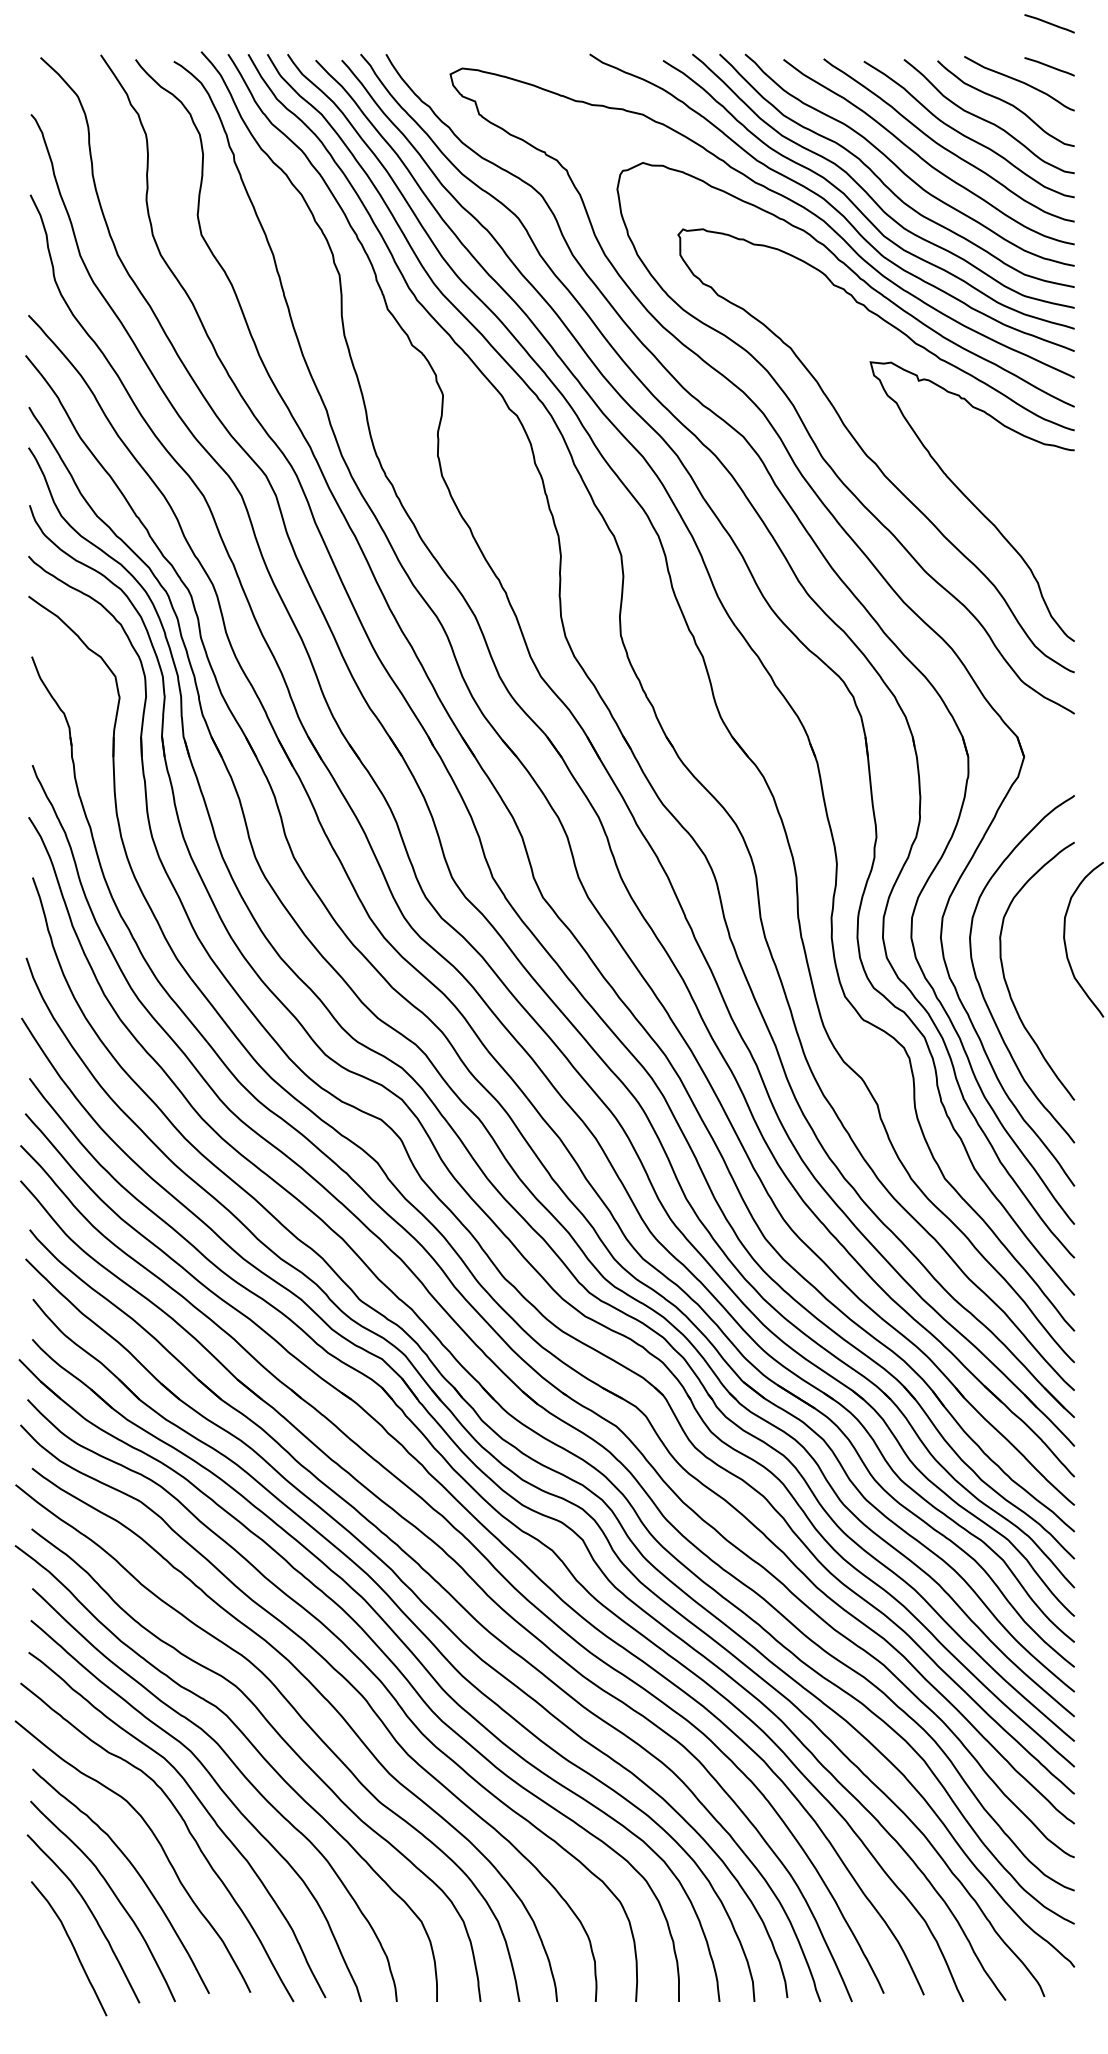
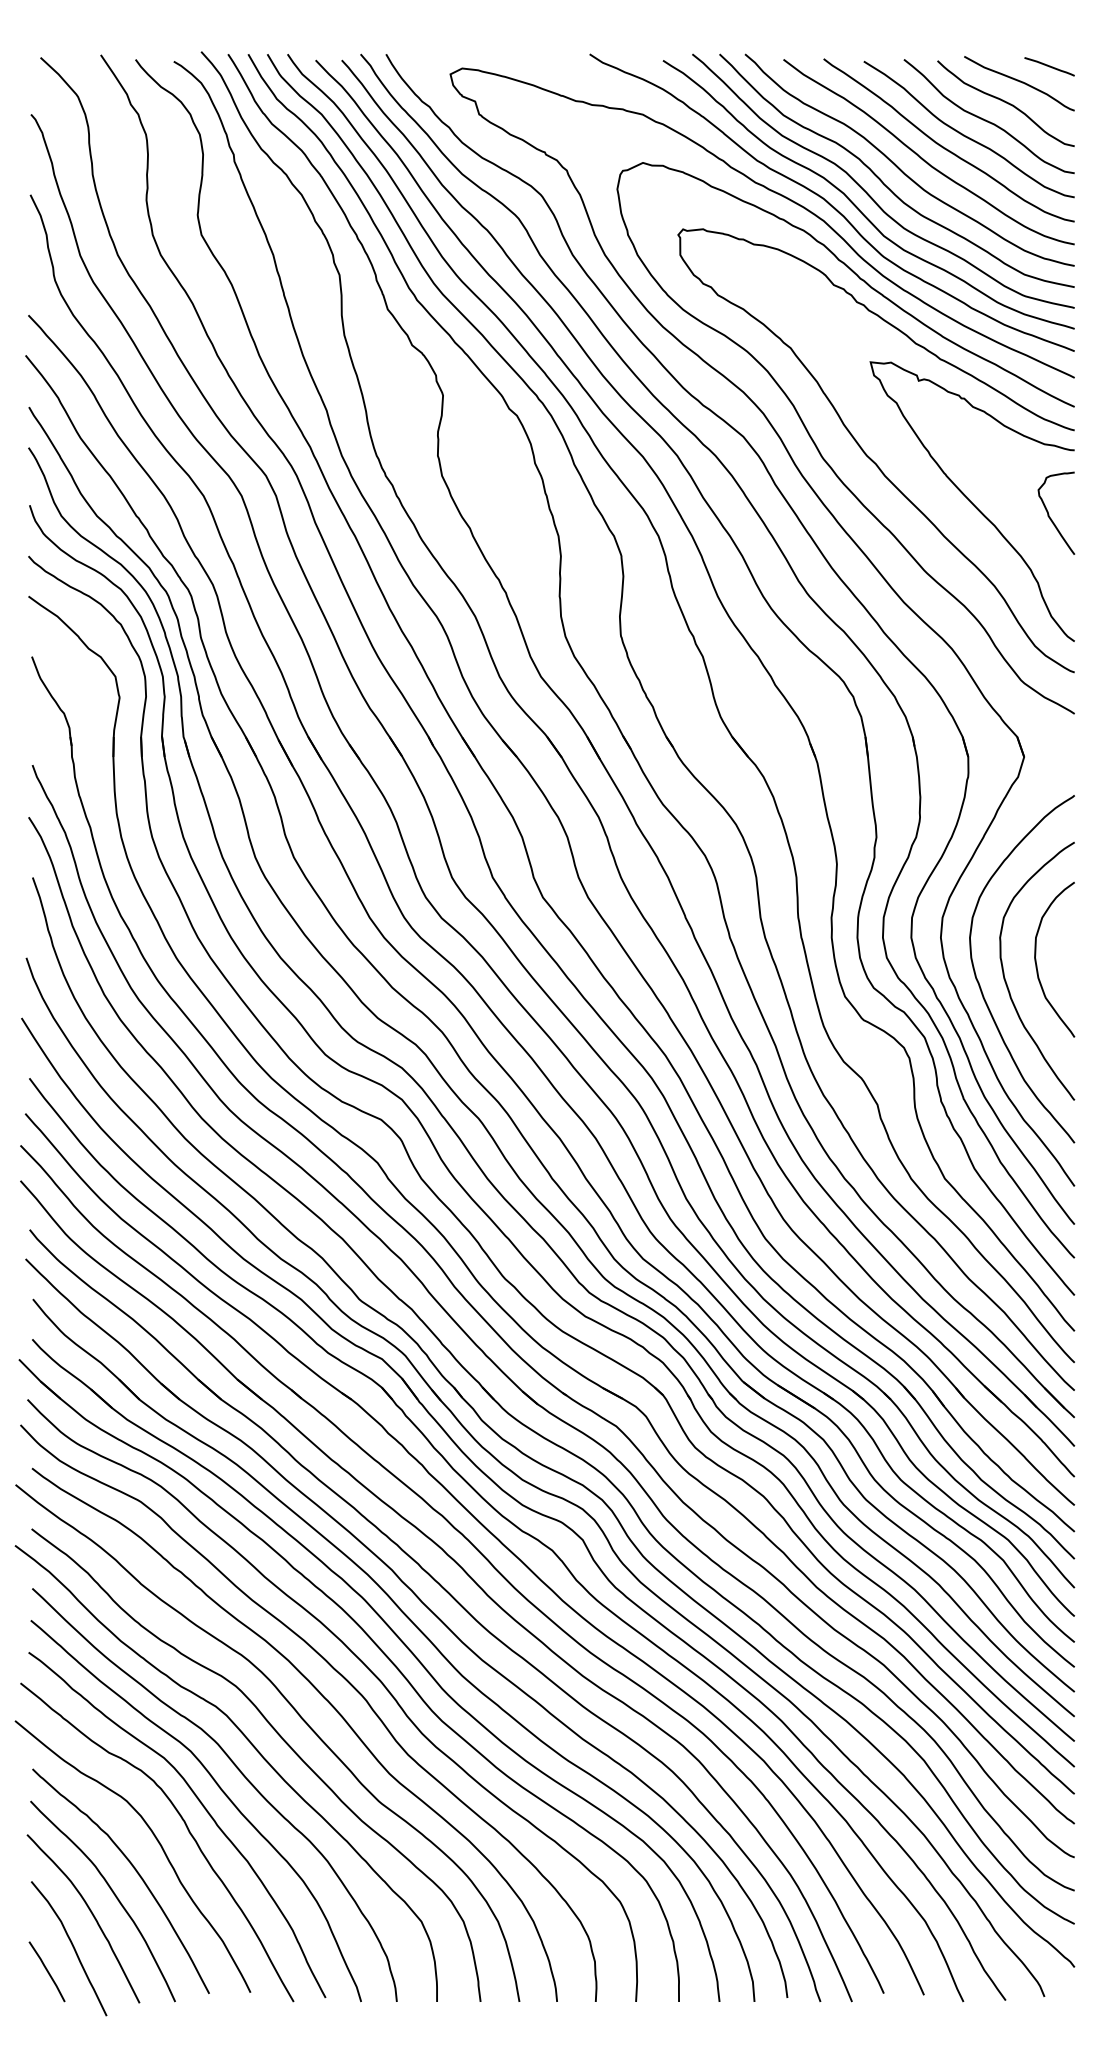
line at (1049, 23): present -> none
curve at (1049, 514): none -> present
curve at (1066, 944) position: (1066, 944) -> (1037, 964)
line at (46, 1971): none -> present
